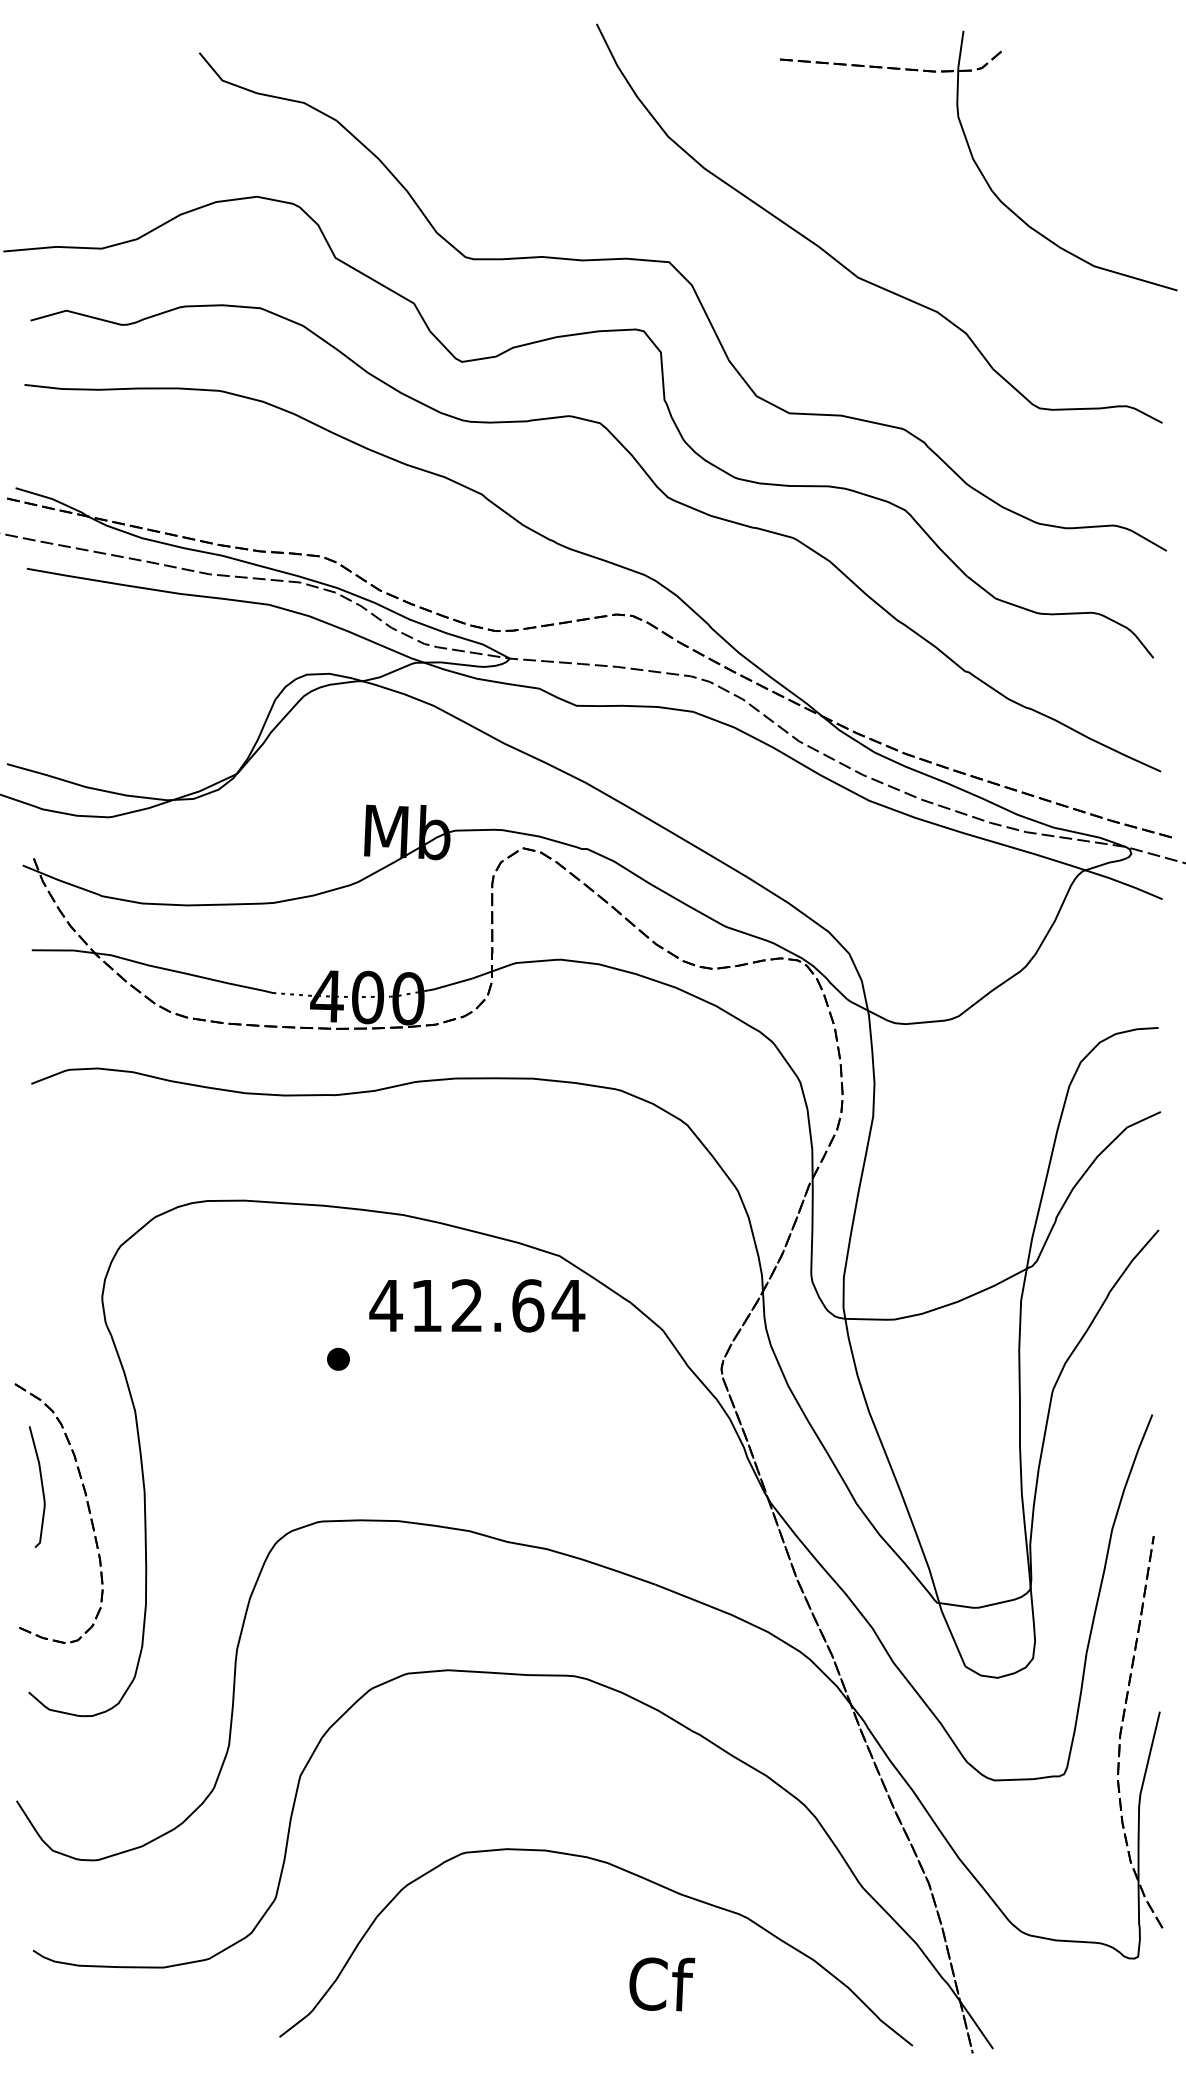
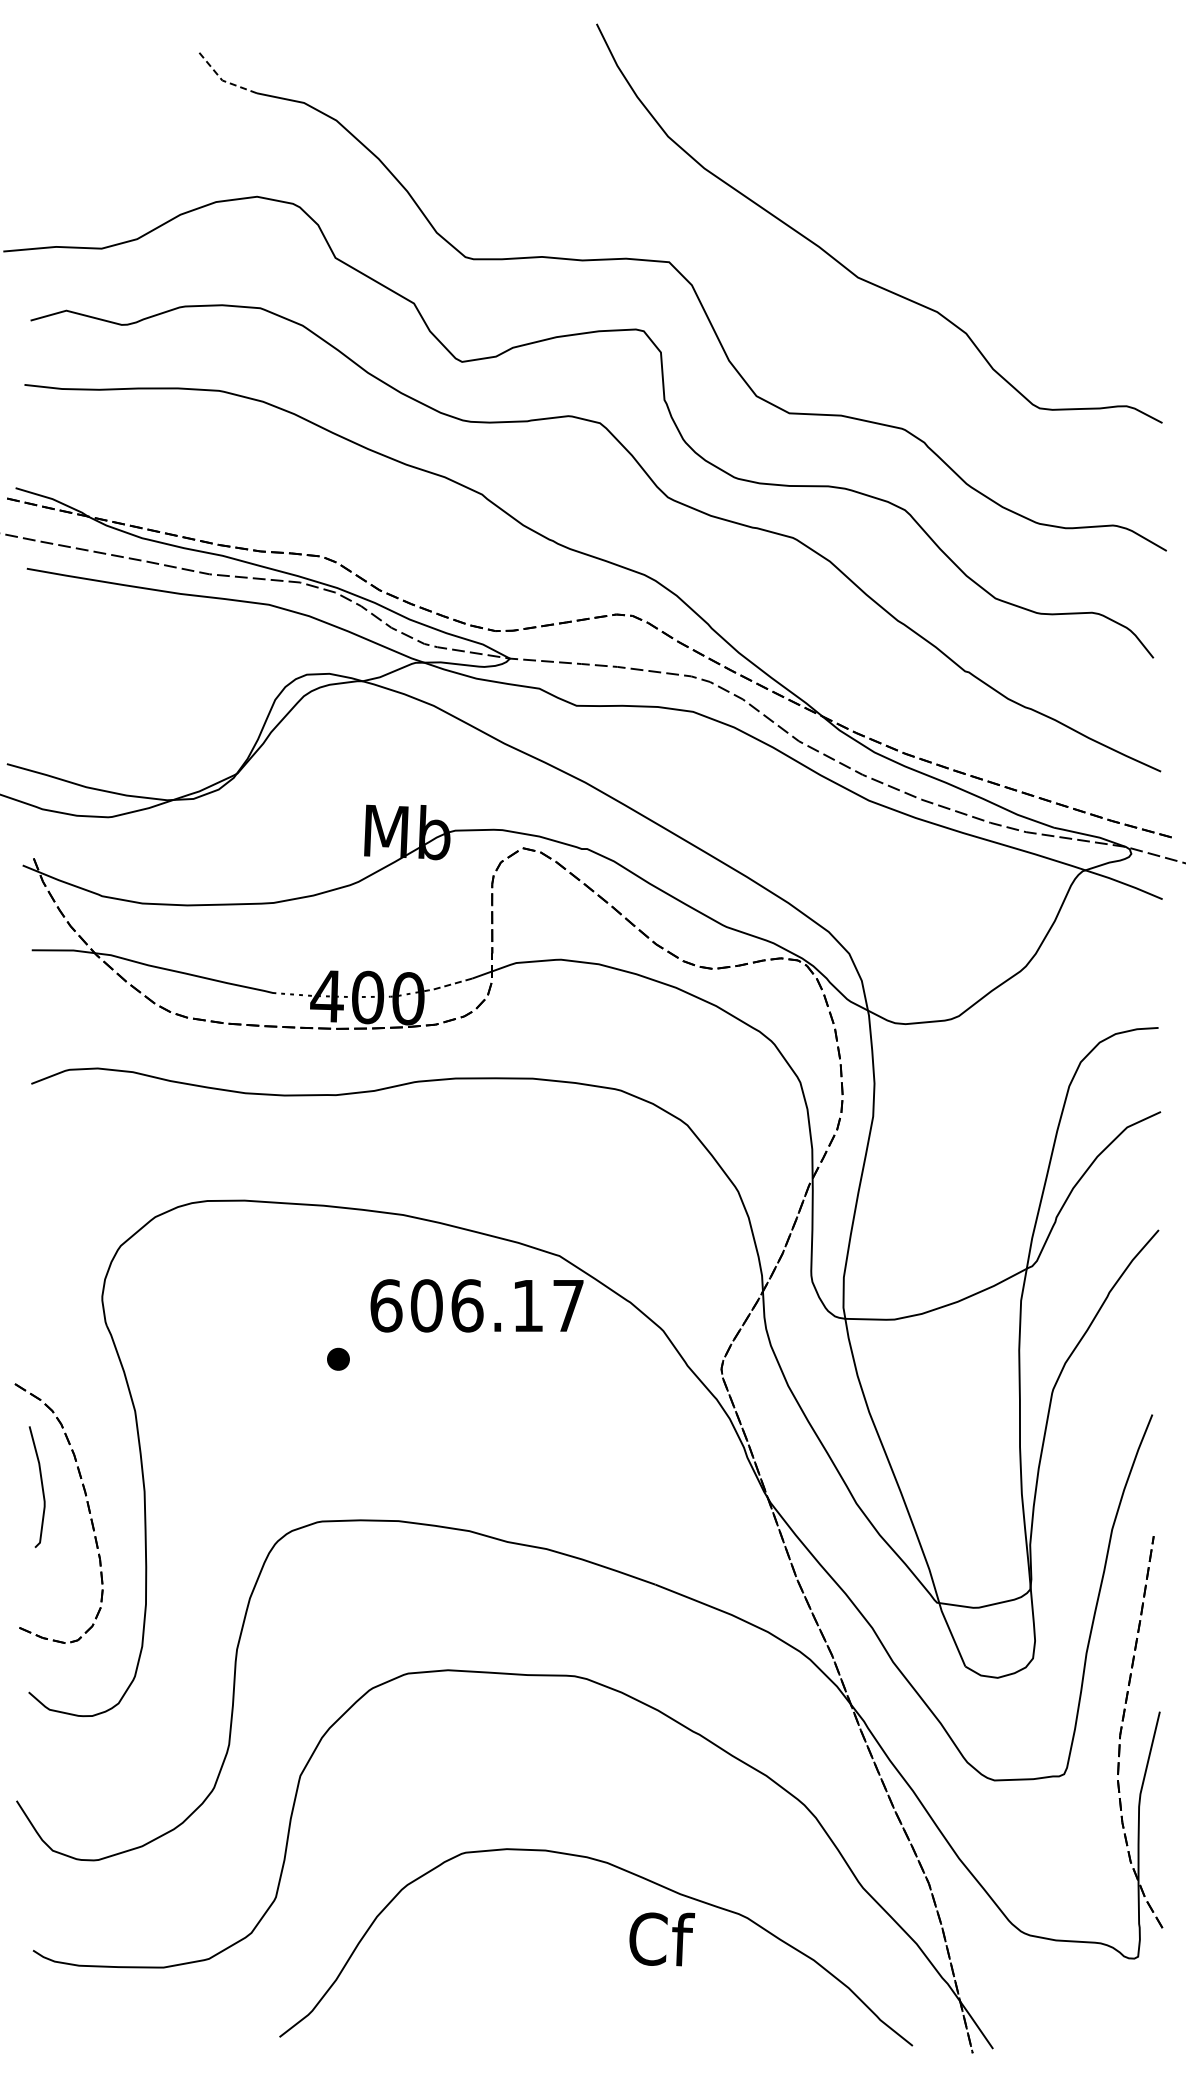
line at (222, 80): solid -> dashed
part at (978, 160): present -> none
line at (449, 985): solid -> dashed
text at (477, 1305): 412.64 -> 606.17
text at (662, 1984) position: (662, 1984) -> (662, 1939)
